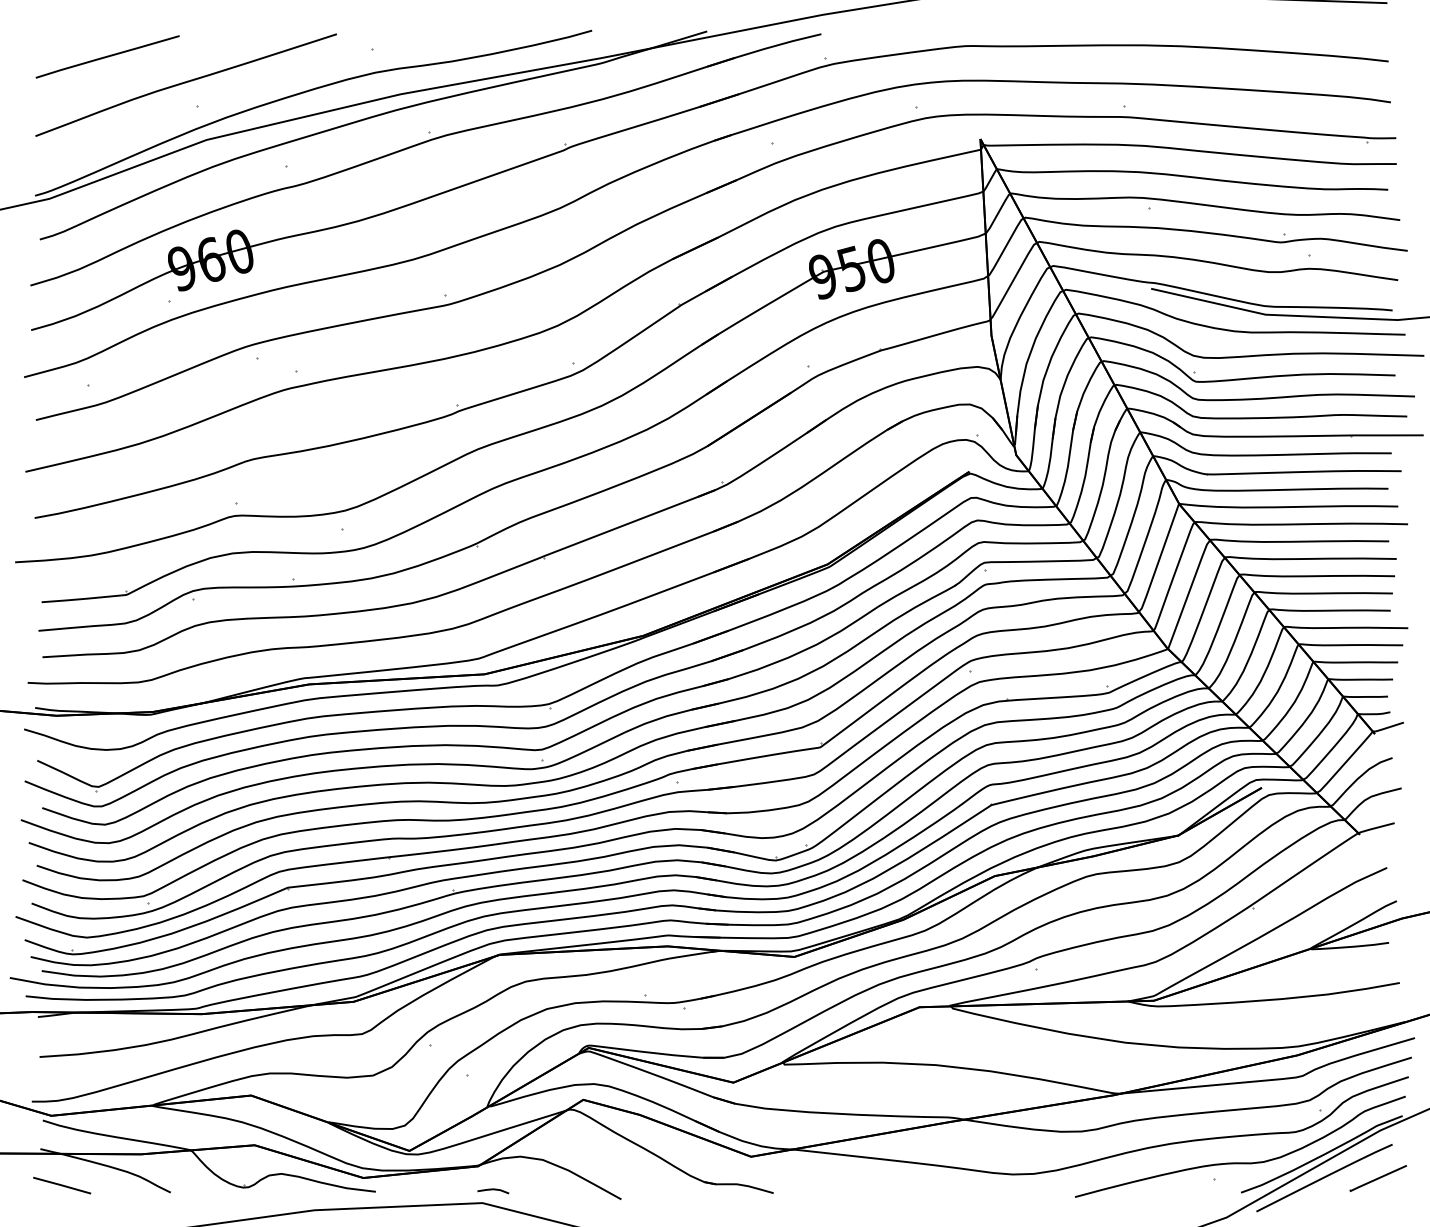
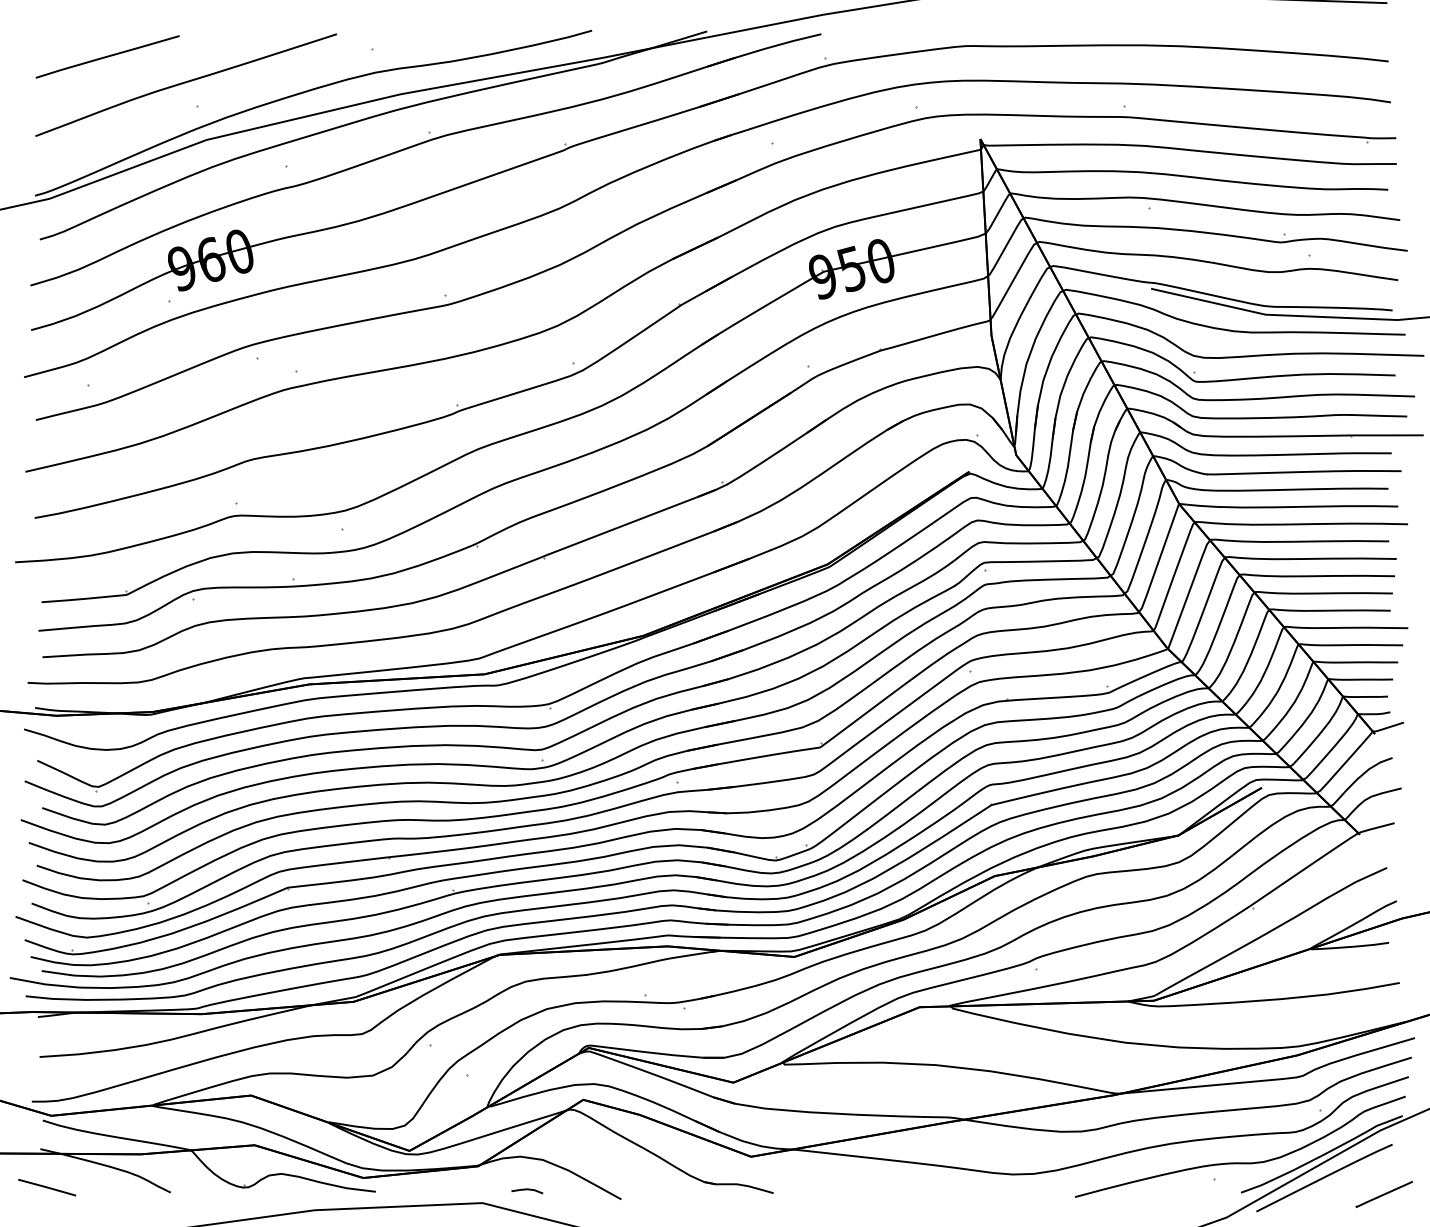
line at (1377, 1178) position: (1377, 1178) -> (1383, 1194)
line at (62, 1185) position: (62, 1185) -> (47, 1187)
line at (493, 1190) position: (493, 1190) -> (527, 1190)
